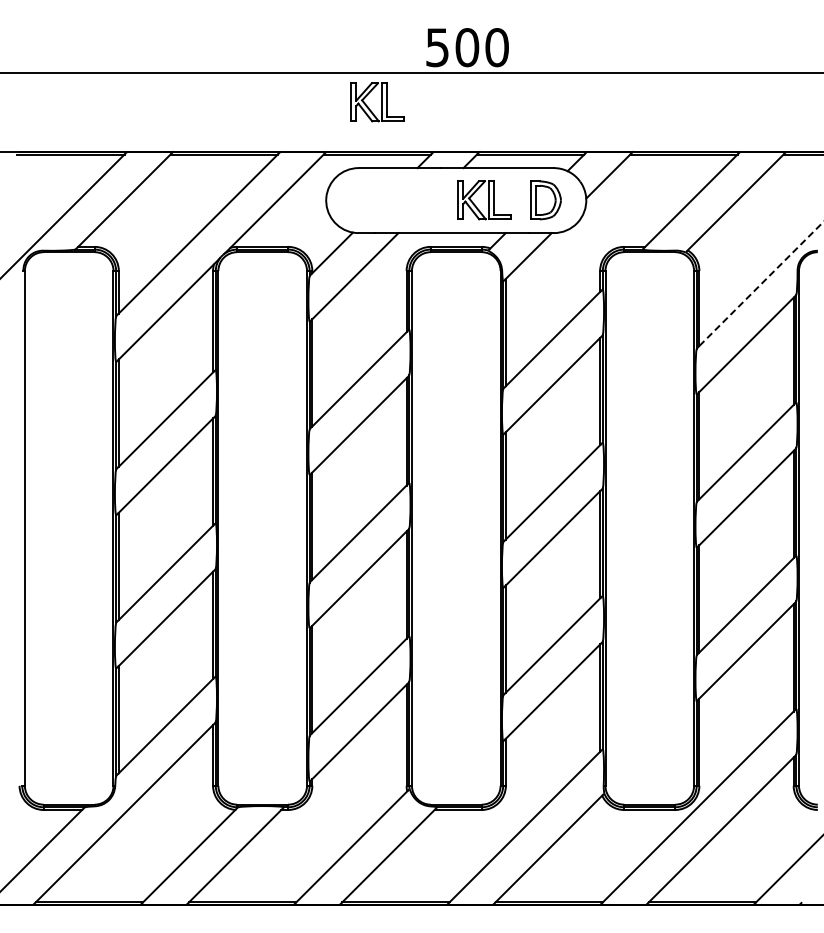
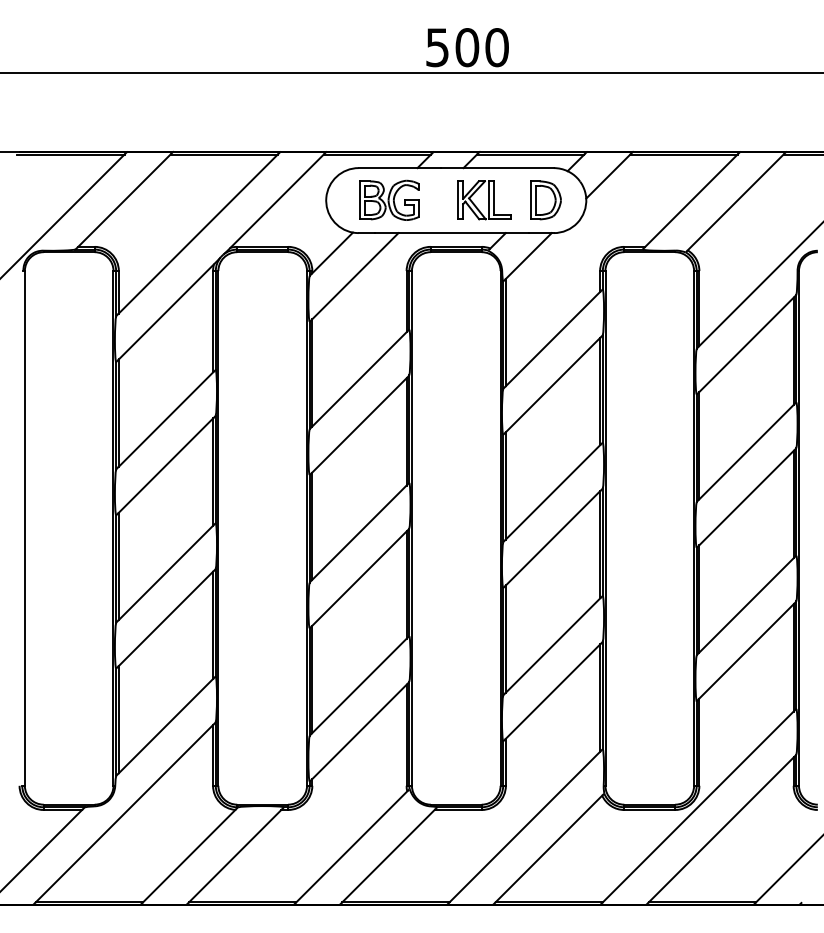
part at (377, 102): present -> none
part at (389, 199): none -> present
line at (761, 283): dashed -> solid
